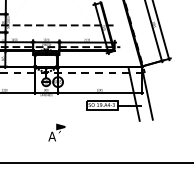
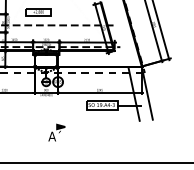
part at (38, 12): none -> present
